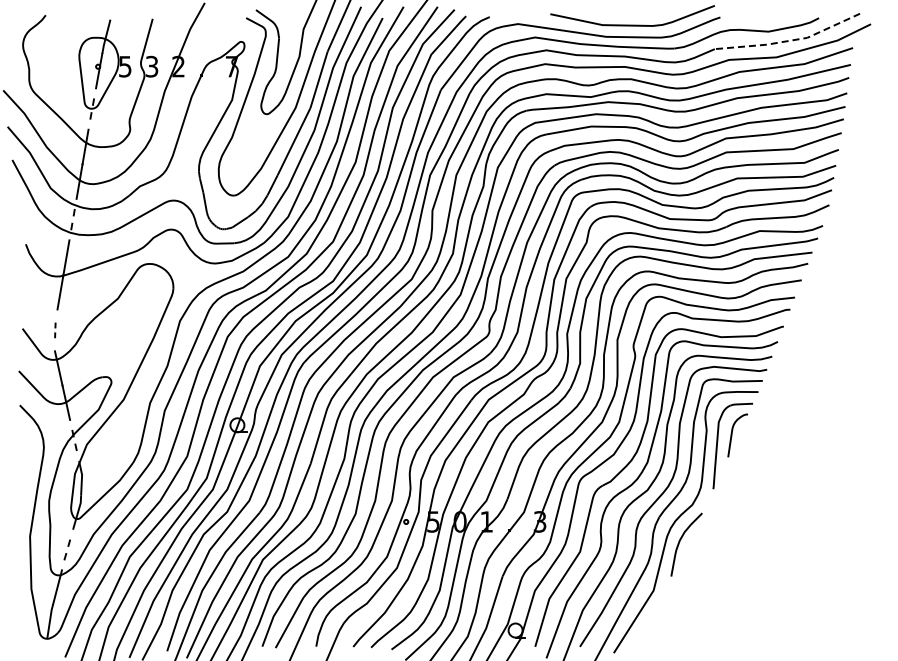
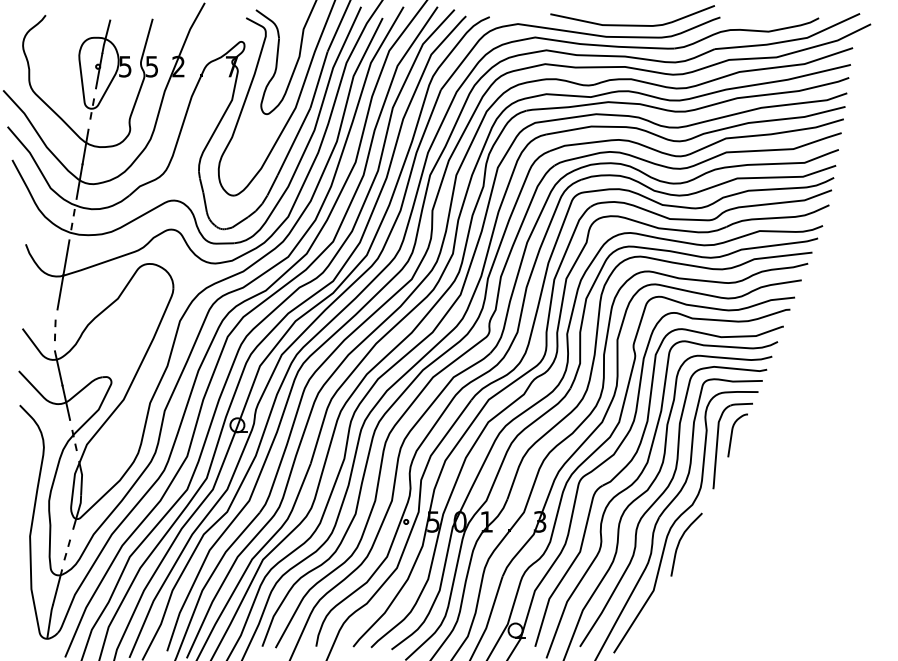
line at (789, 40): dashed -> solid
text at (152, 65): 3 -> 5
part at (55, 330) size: 3x17 px -> 3x23 px
